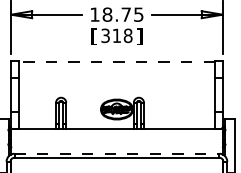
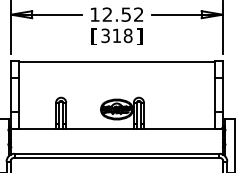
text at (122, 14): 18.75 -> 12.52
line at (116, 61): dashed -> solid
line at (117, 153): dashed -> solid
